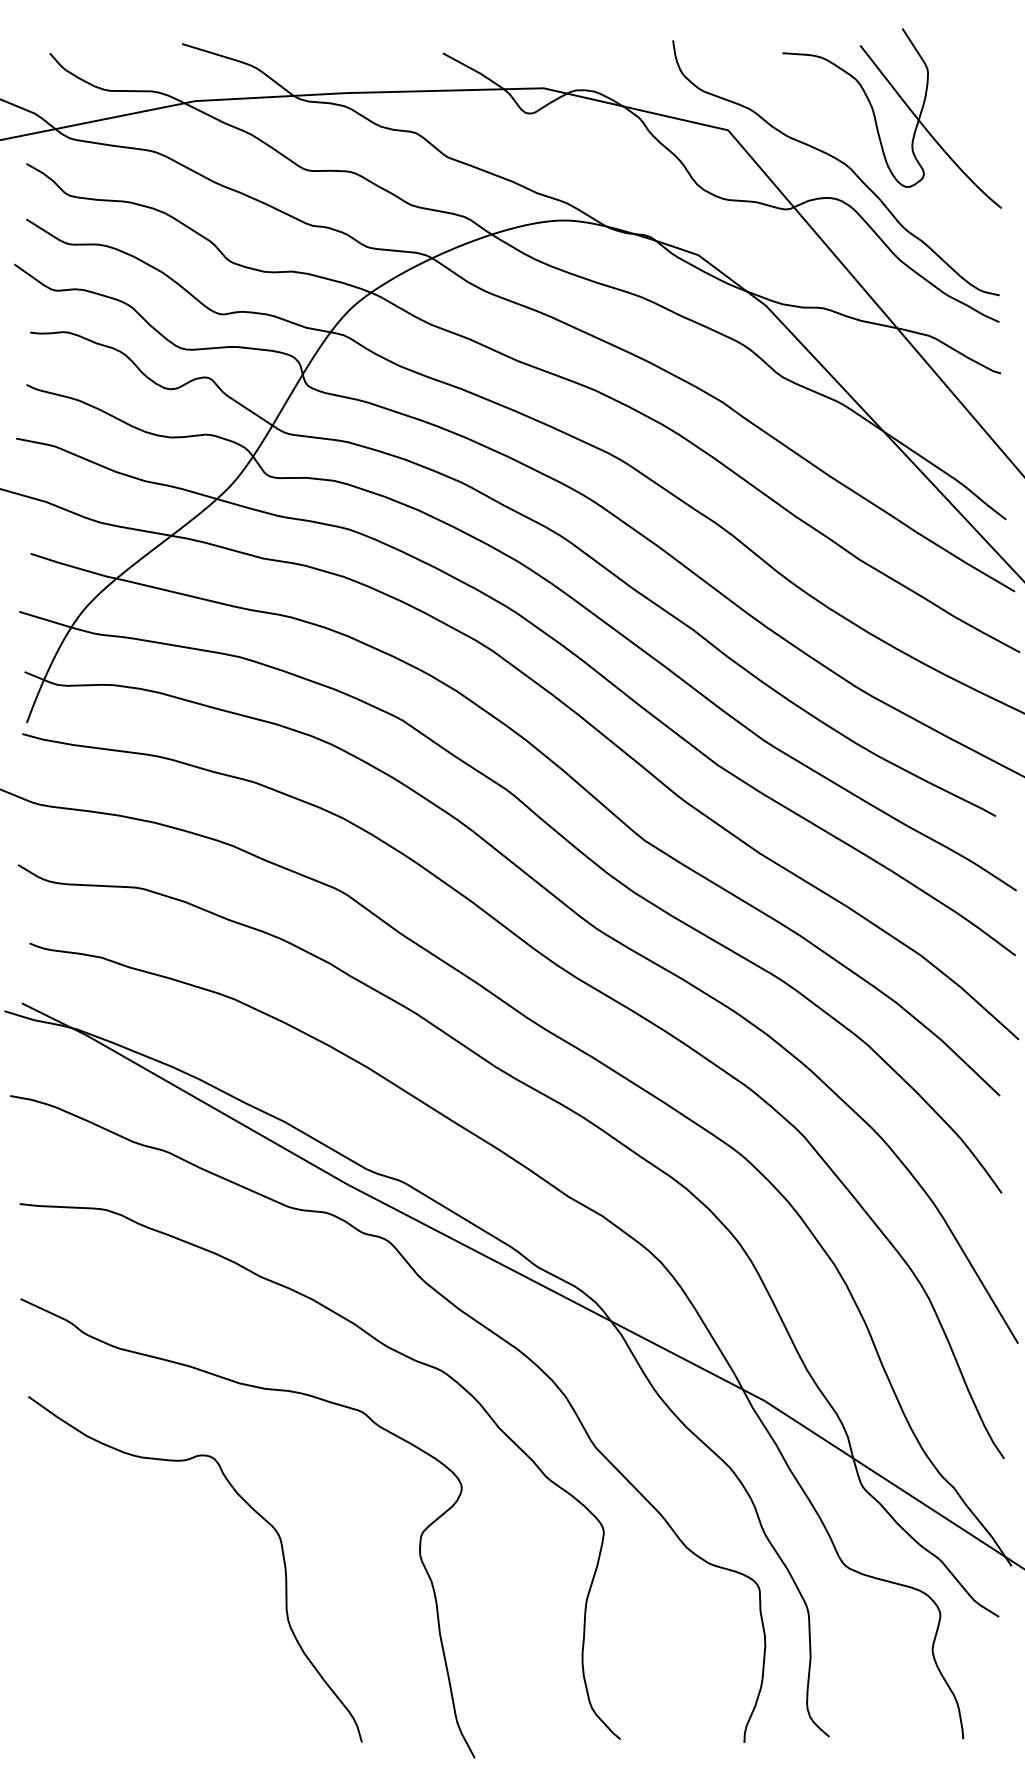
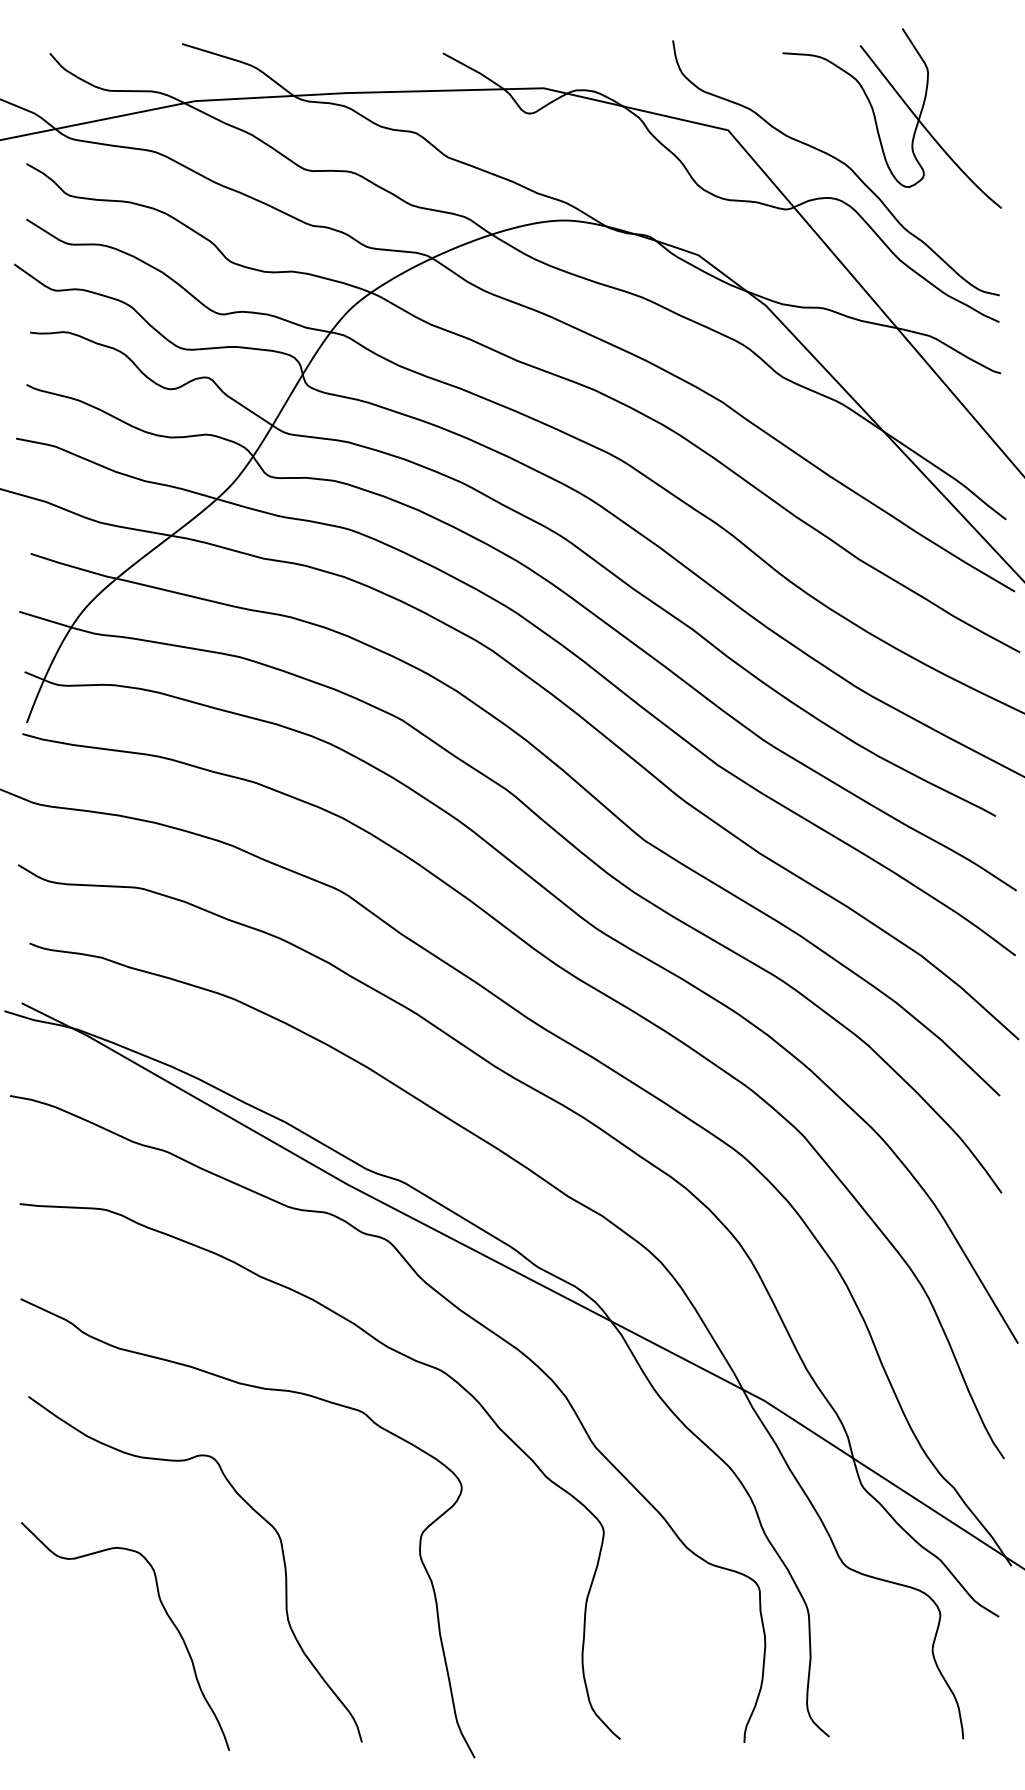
curve at (167, 1616): none -> present
